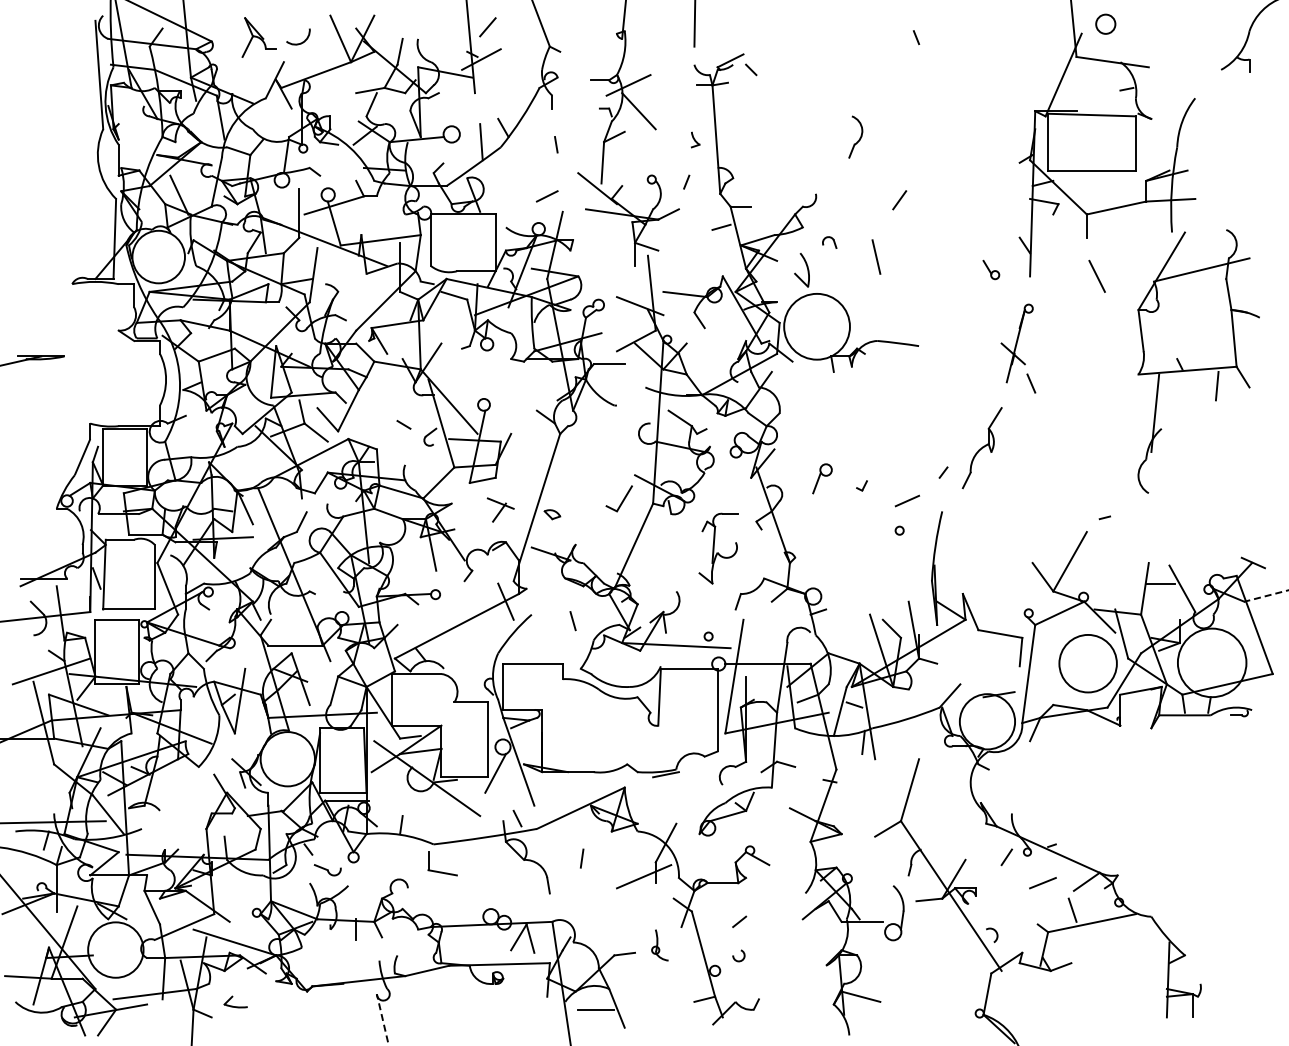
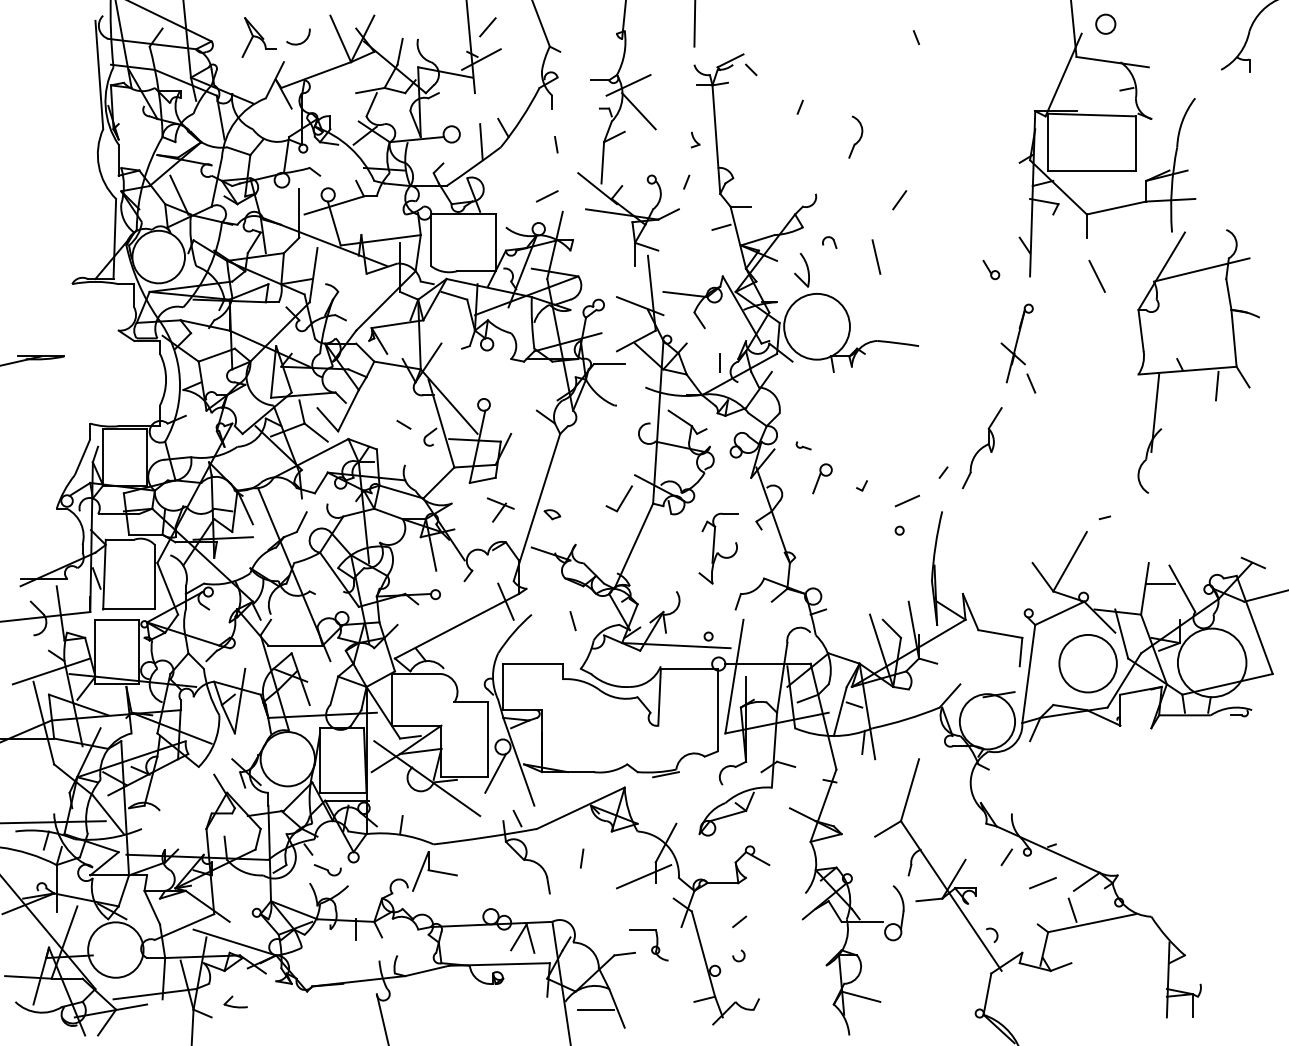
line at (799, 106): none -> present
line at (719, 362): none -> present
part at (803, 445): none -> present
line at (1266, 596): dashed -> solid
line at (420, 871): none -> present
line at (642, 929): none -> present
line at (382, 1019): dashed -> solid
